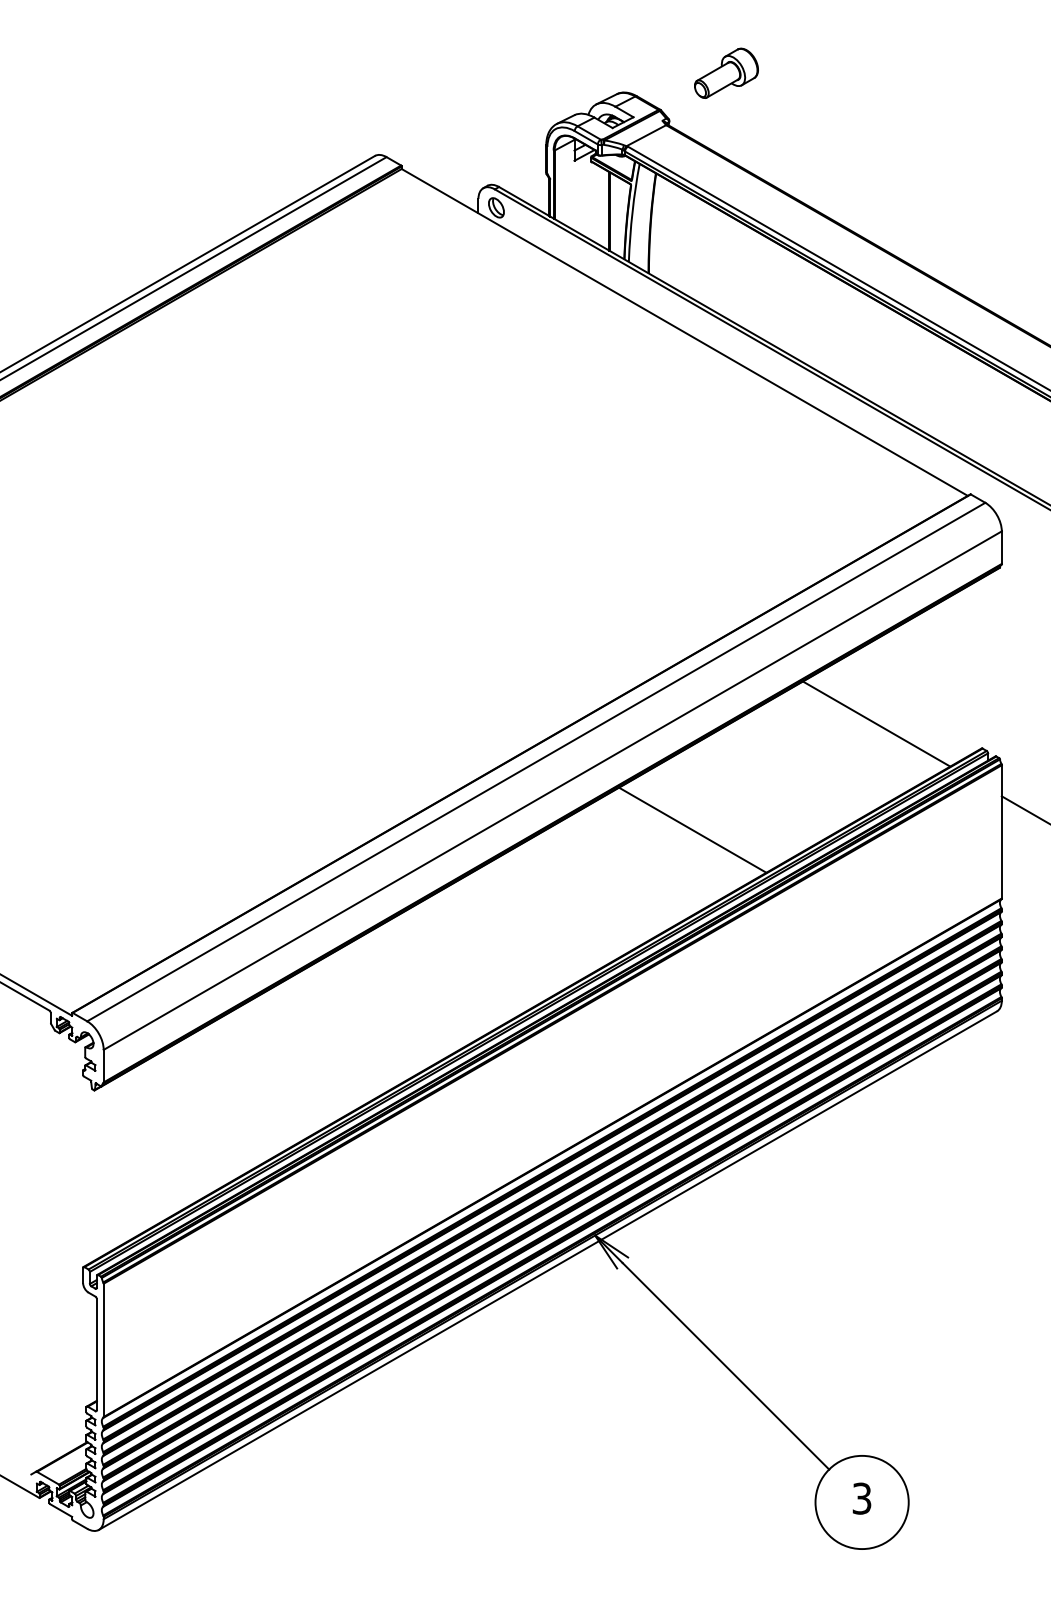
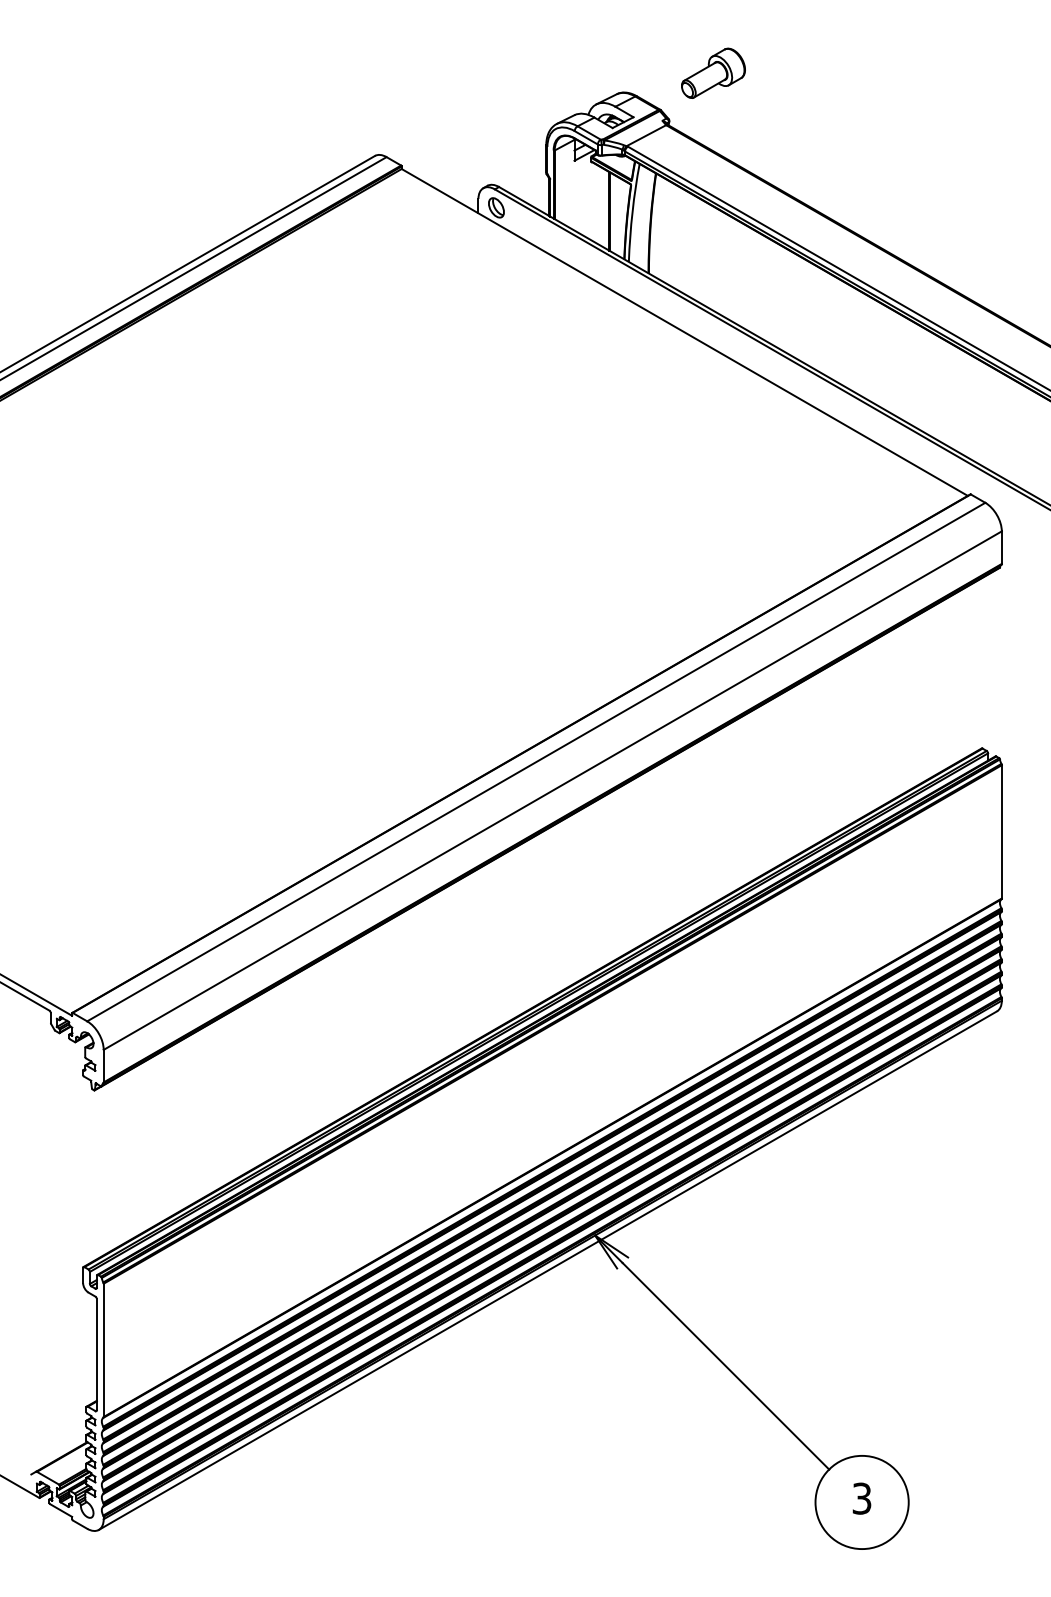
part at (726, 72) position: (726, 72) -> (713, 72)
line at (876, 723): present -> none
line at (1024, 809): present -> none
line at (692, 829): present -> none
